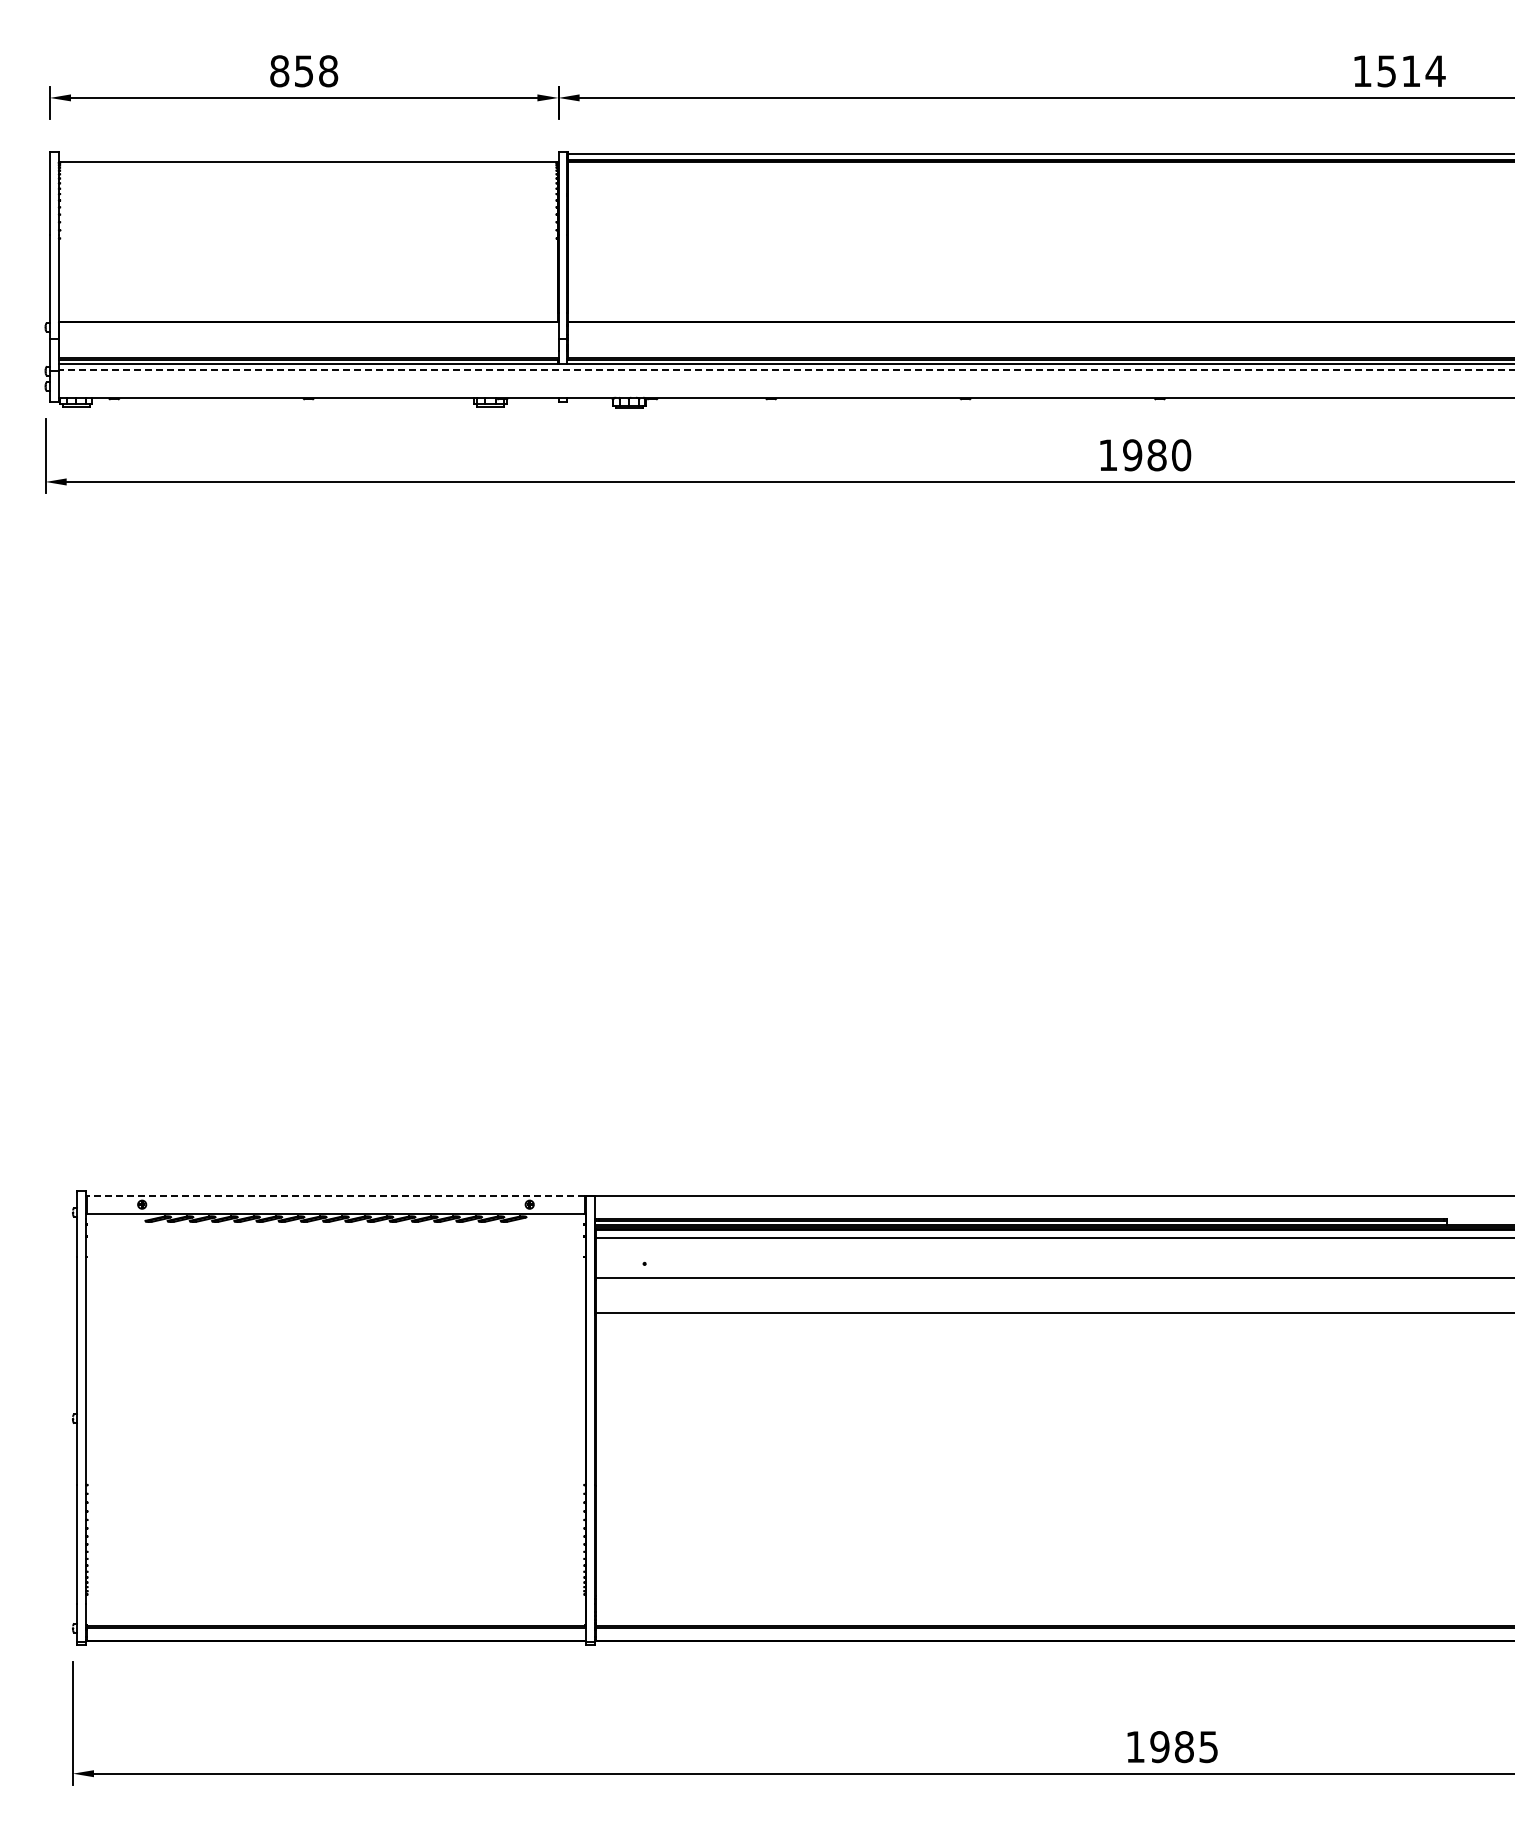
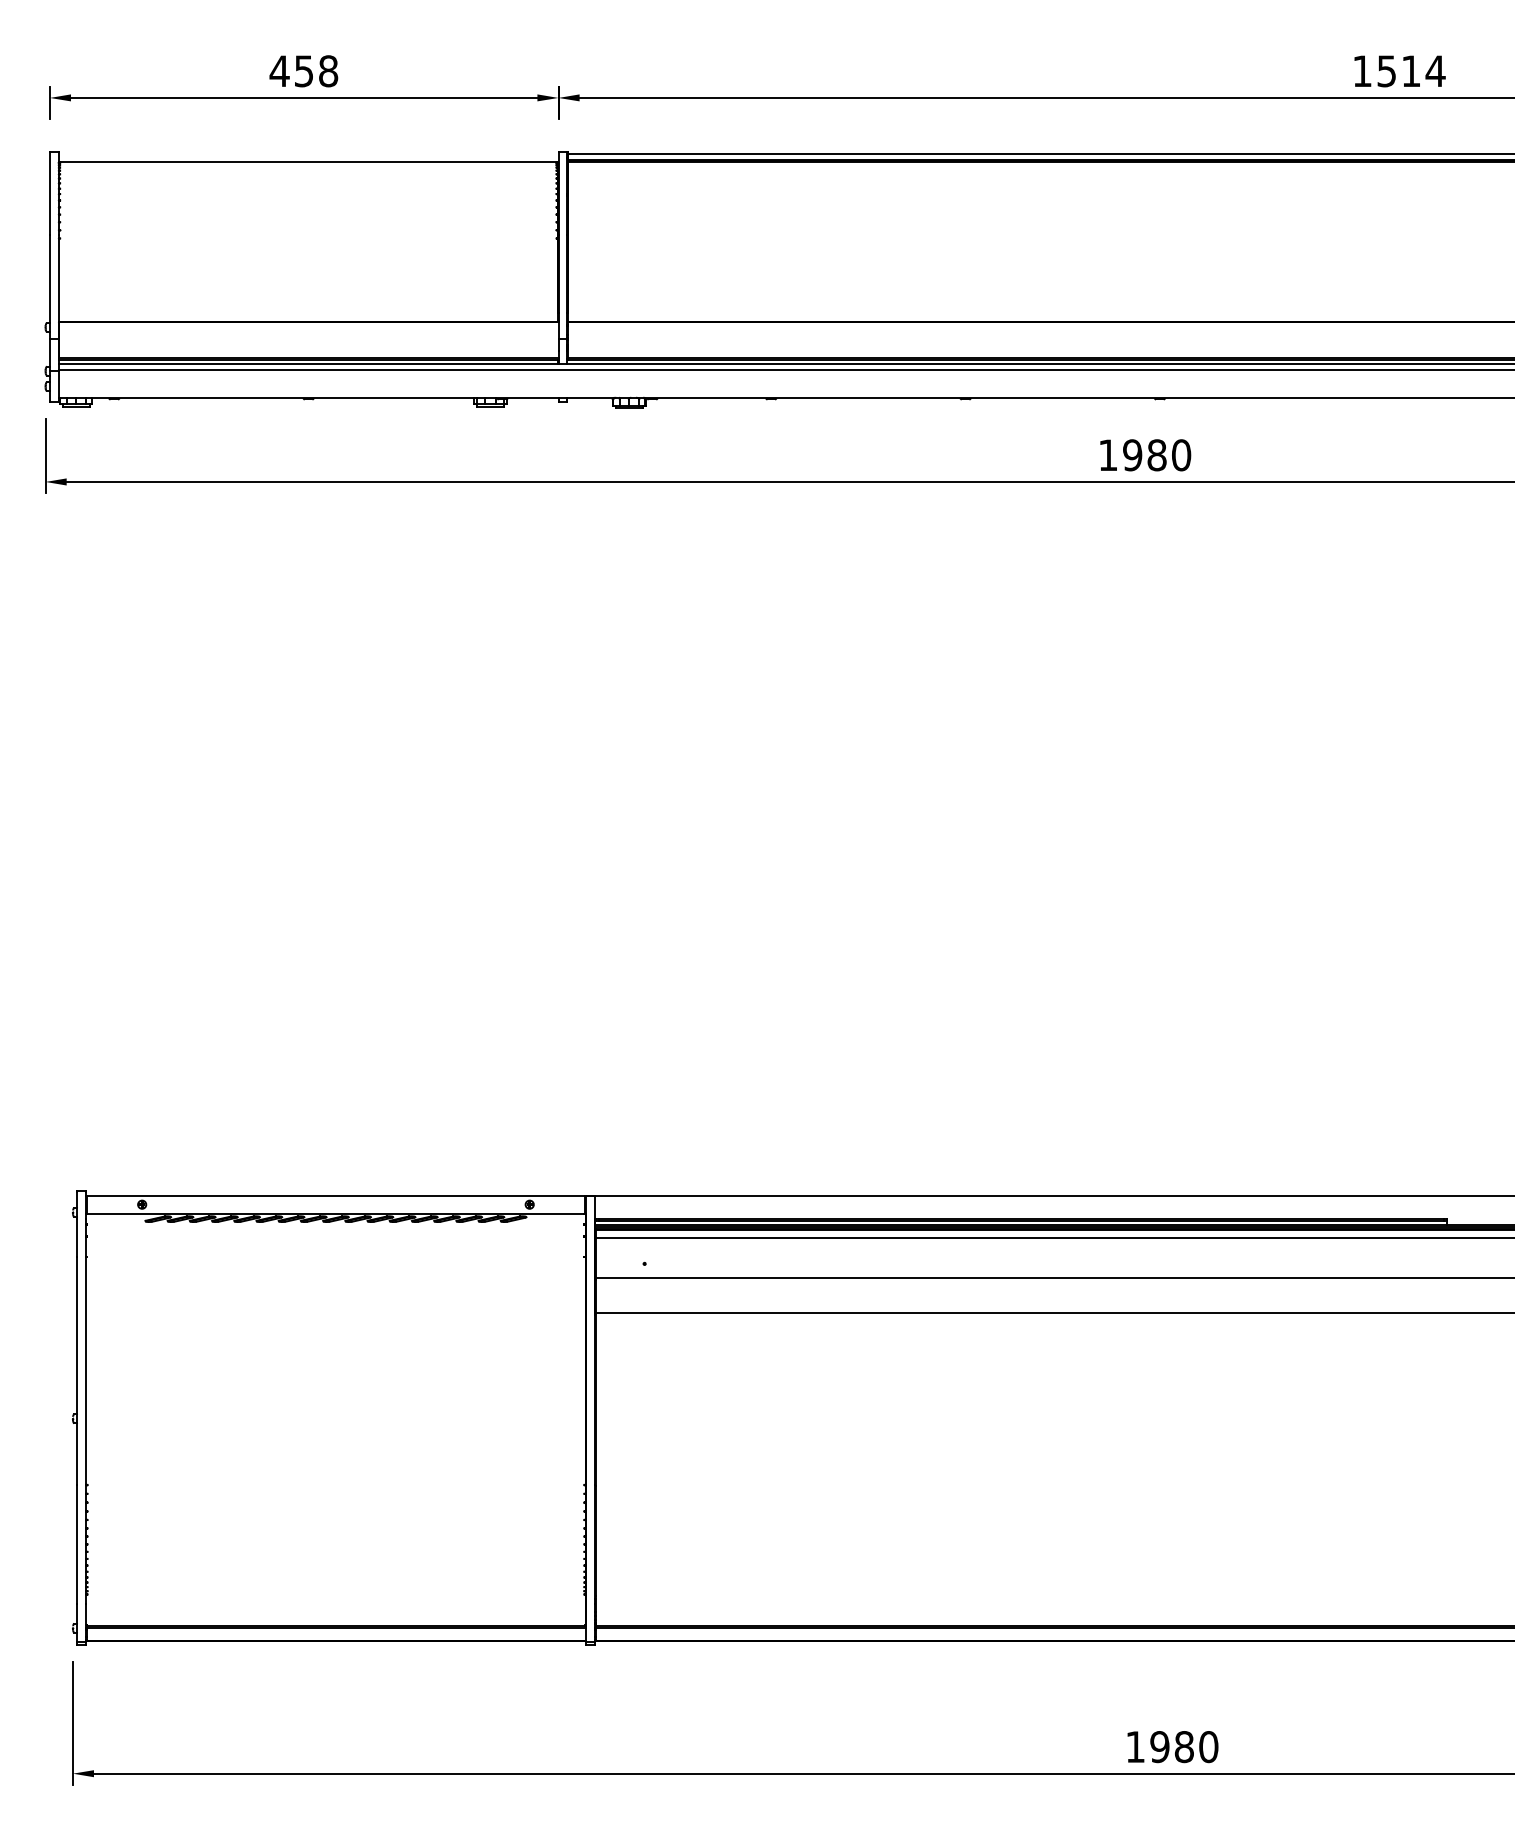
text at (279, 71): 858 -> 458
line at (786, 370): dashed -> solid
line at (335, 1195): dashed -> solid
text at (1208, 1747): 1985 -> 1980
